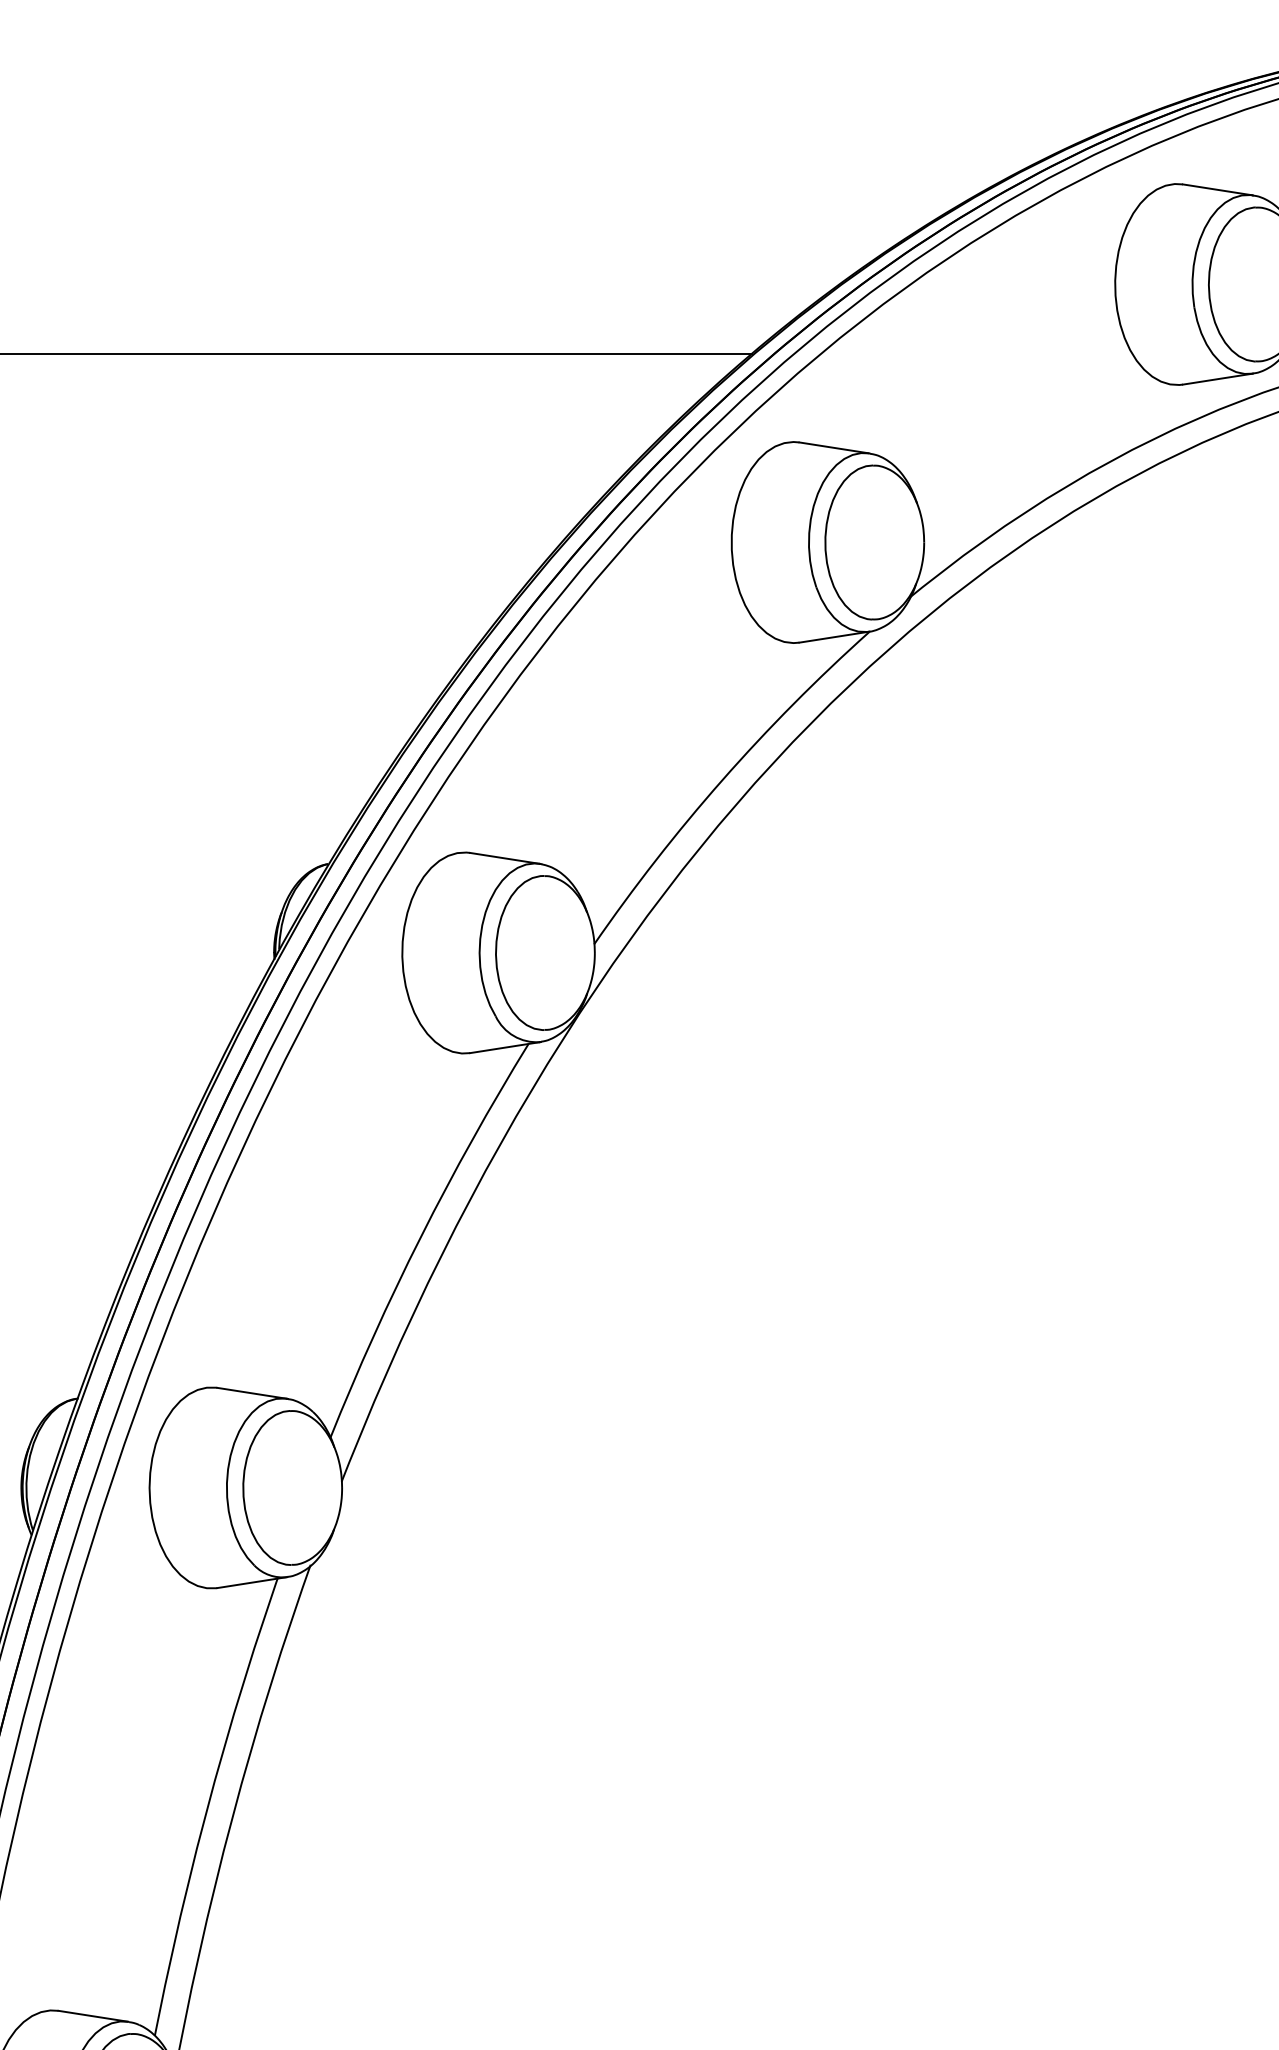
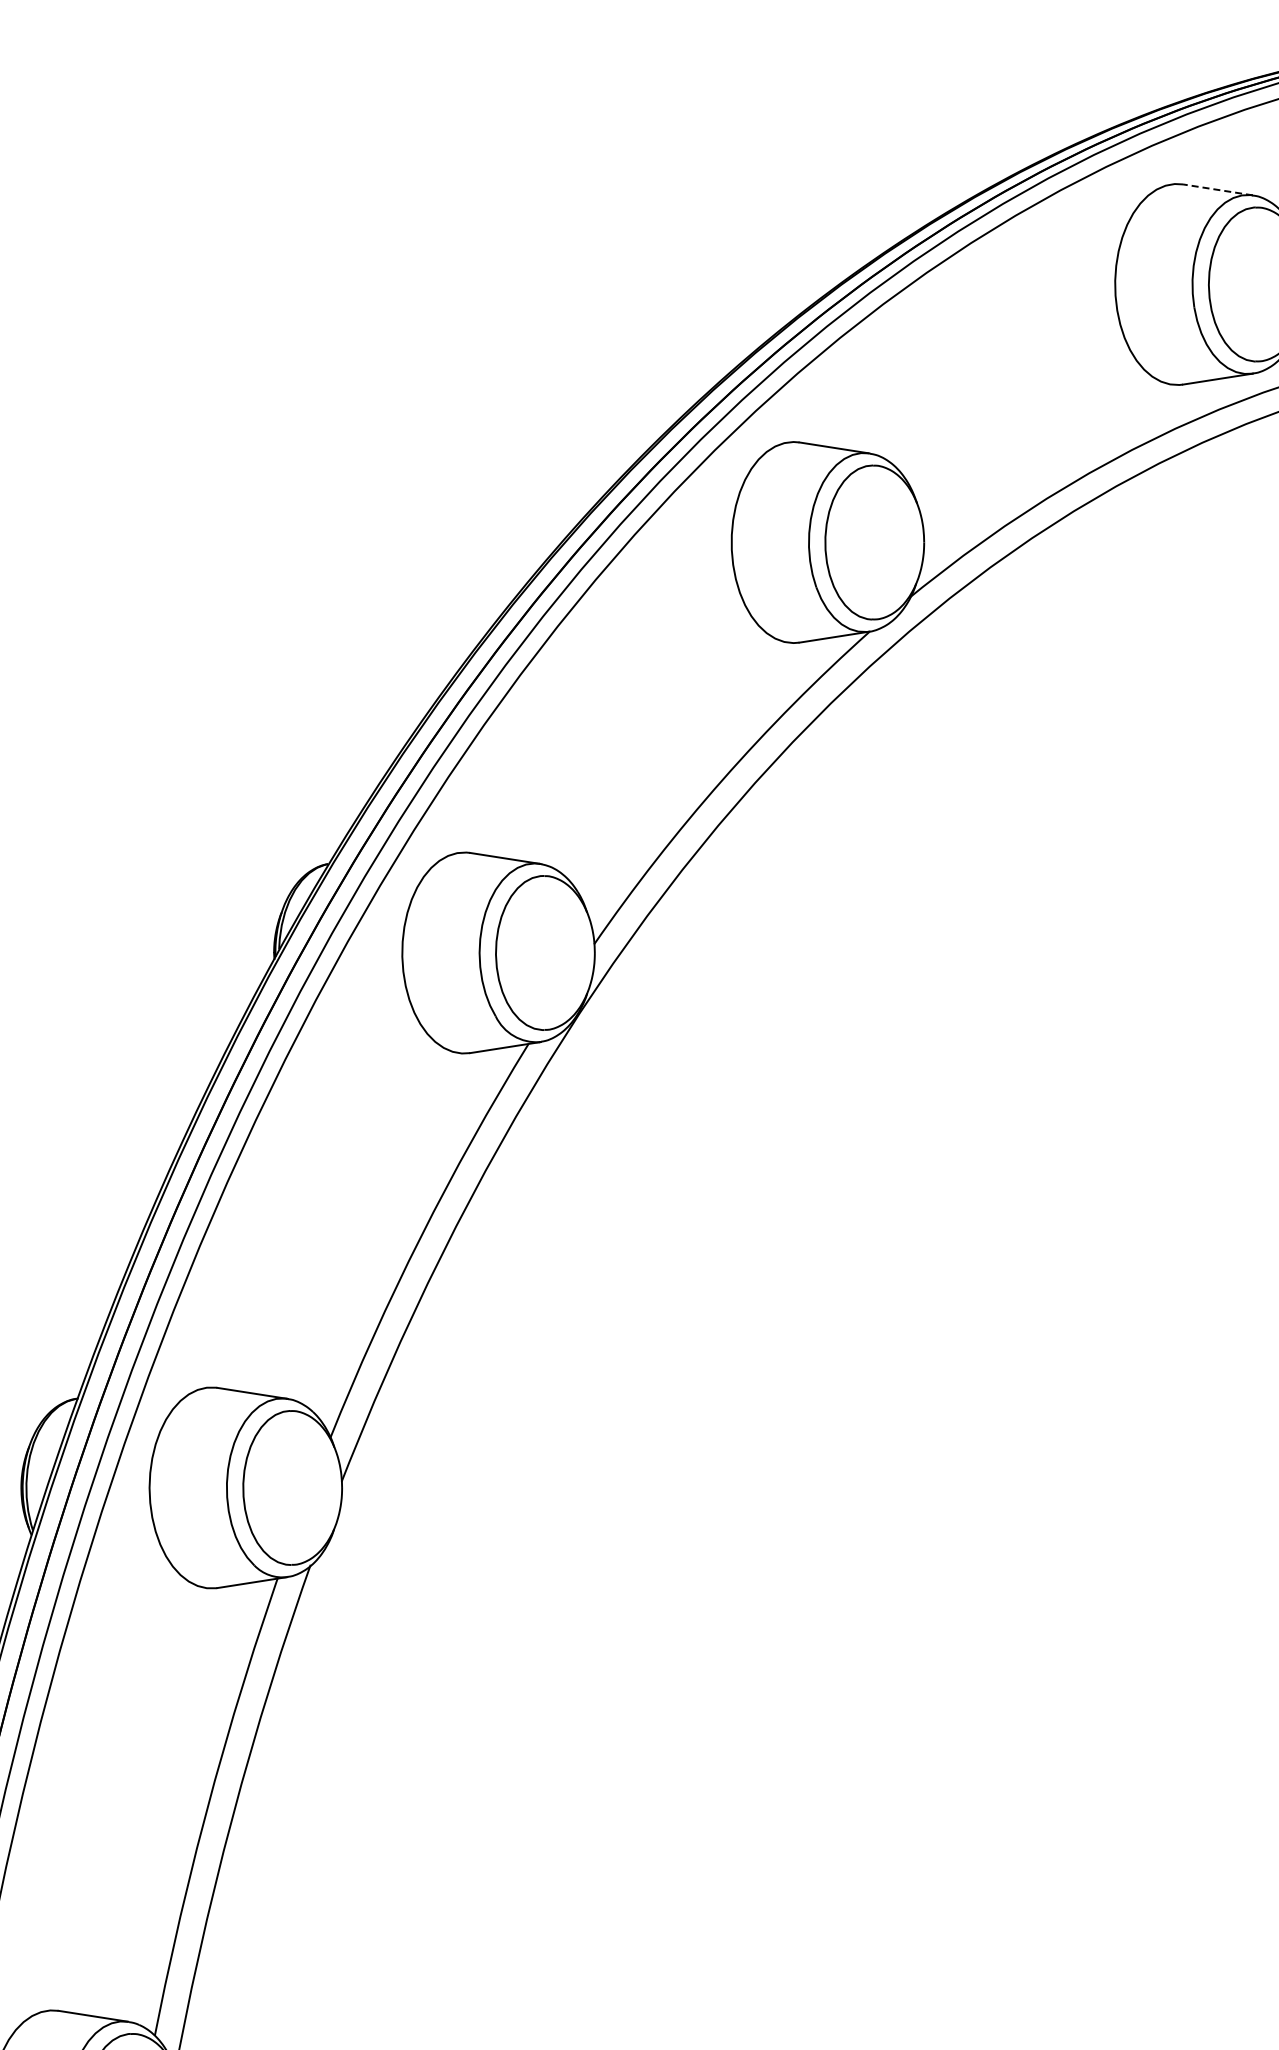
line at (1217, 189): solid -> dashed
line at (377, 353): present -> none
